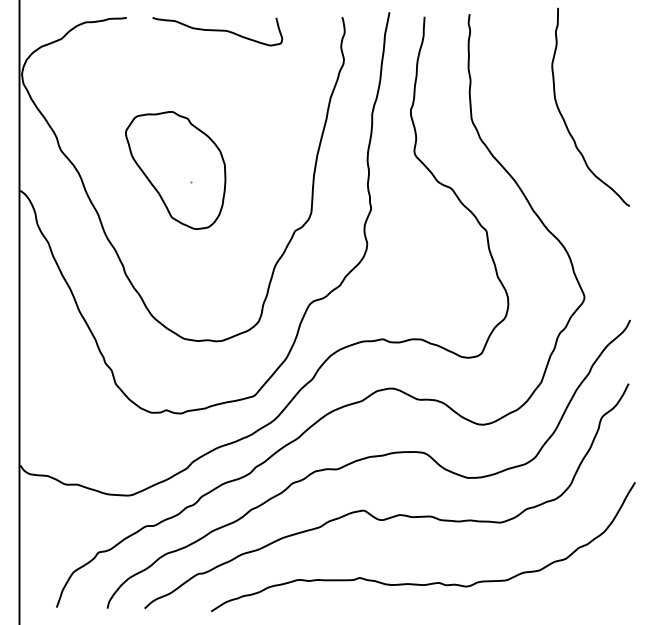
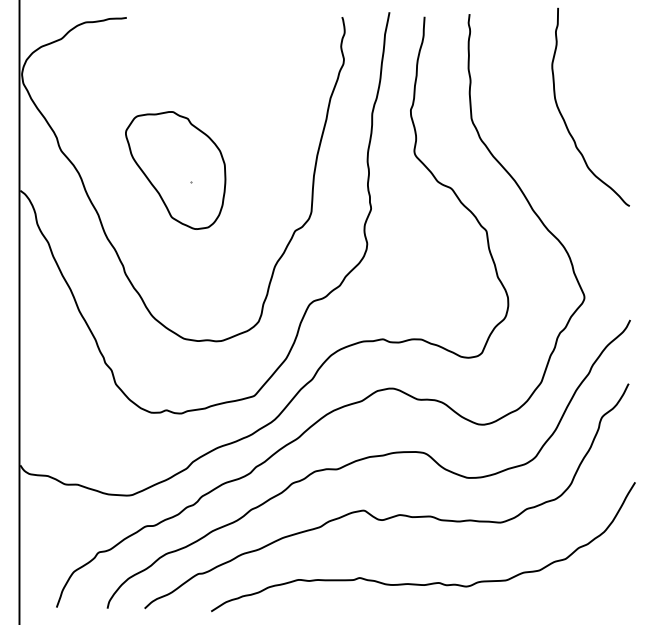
curve at (217, 31): present -> none
